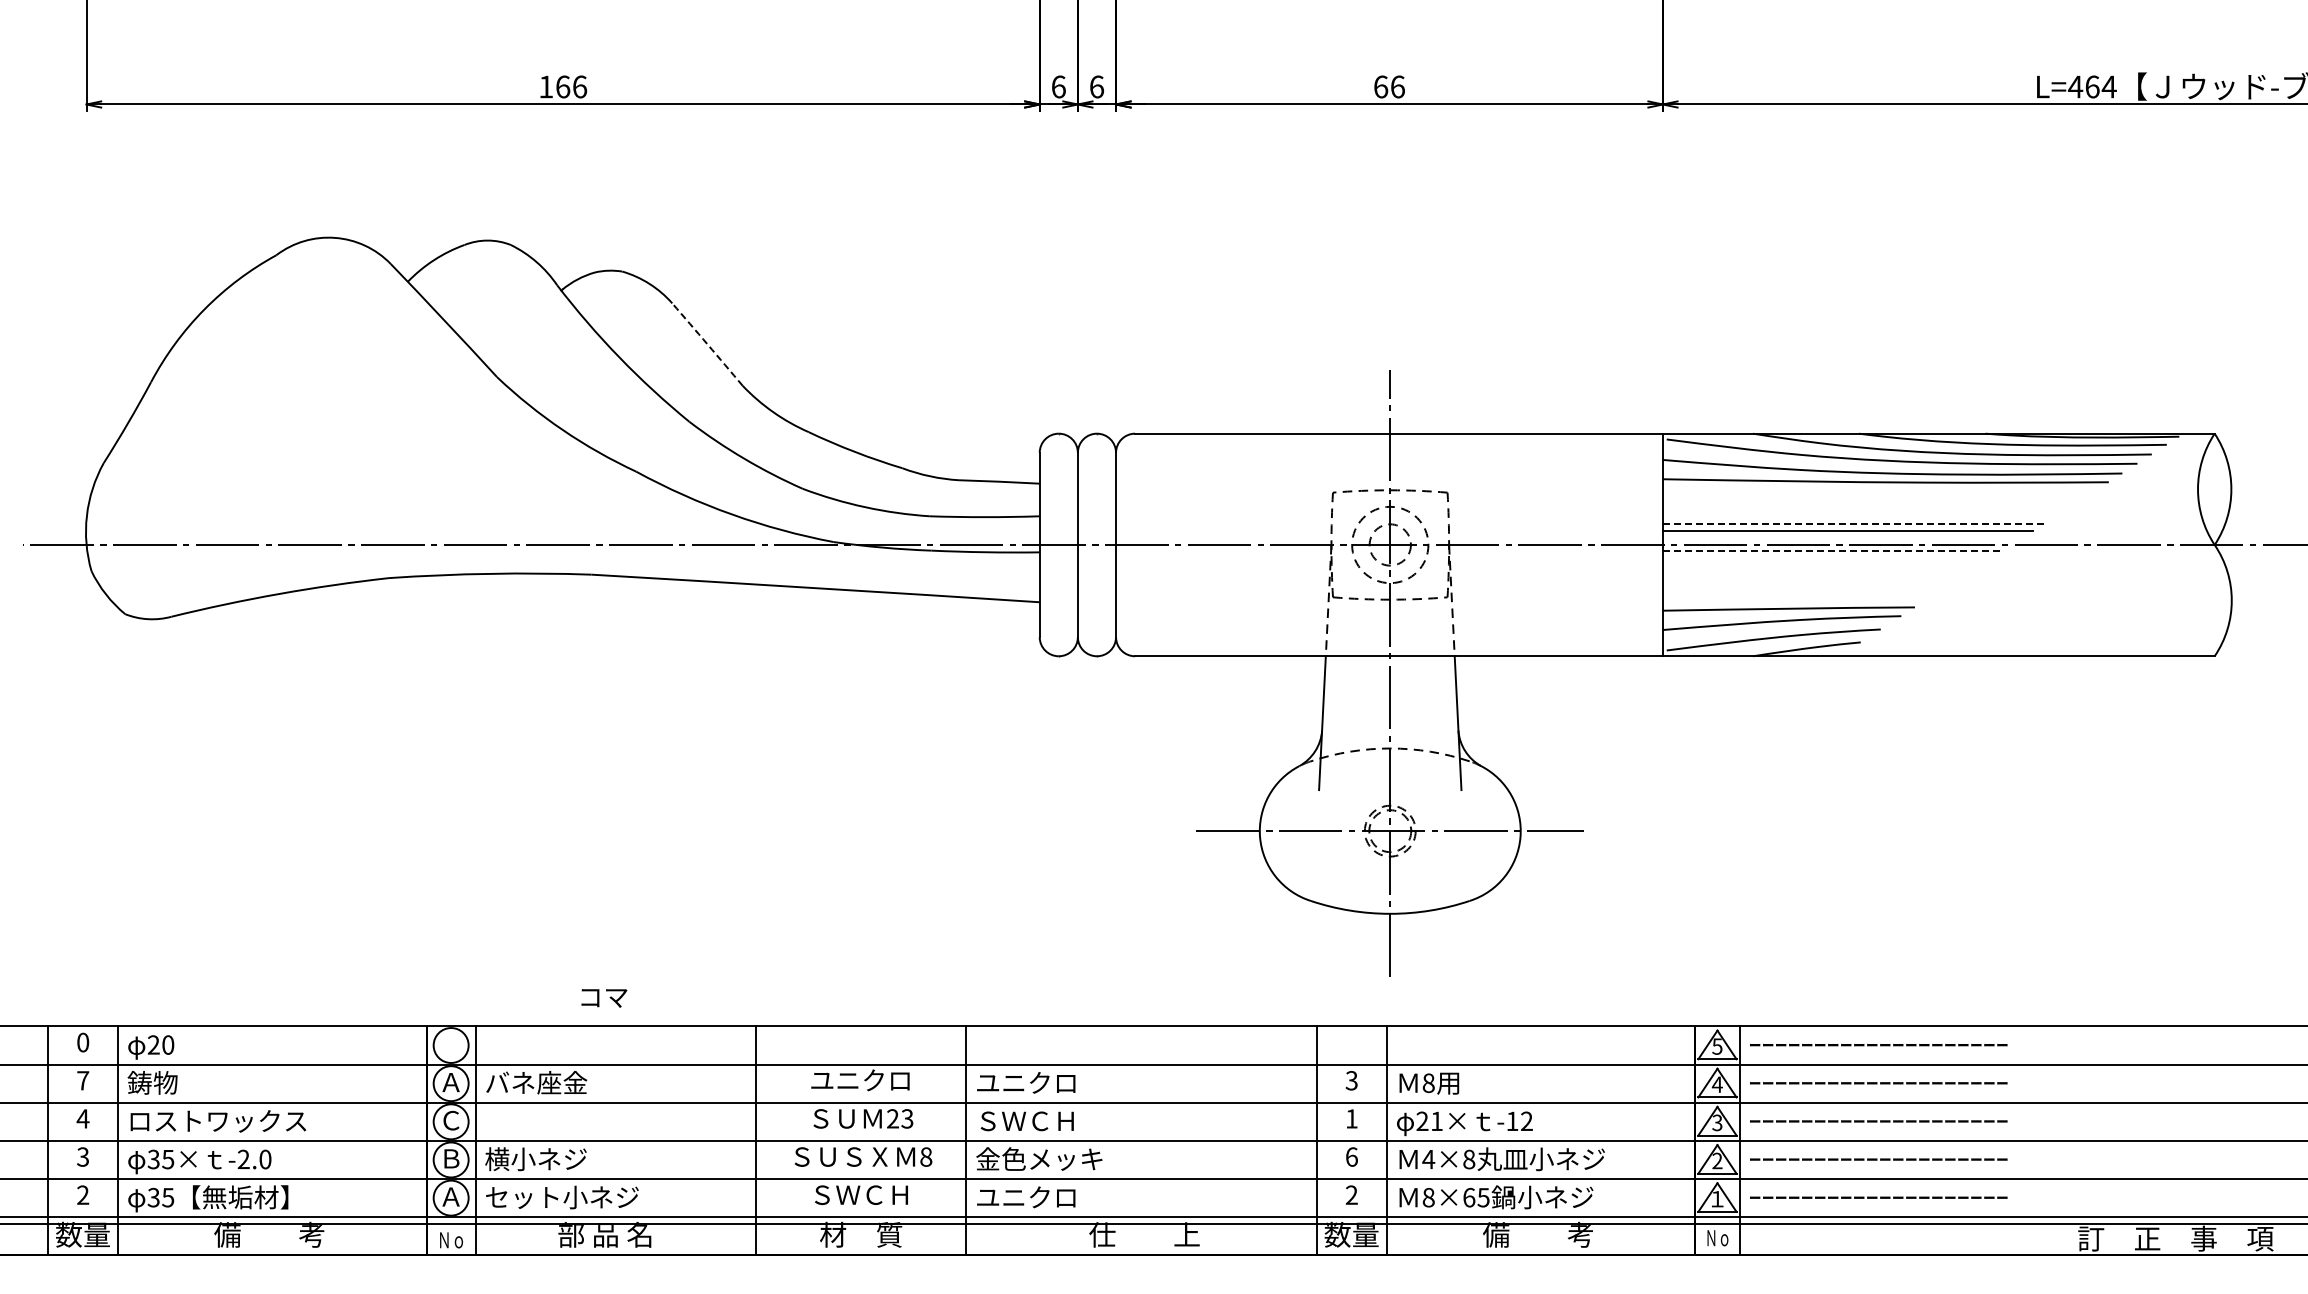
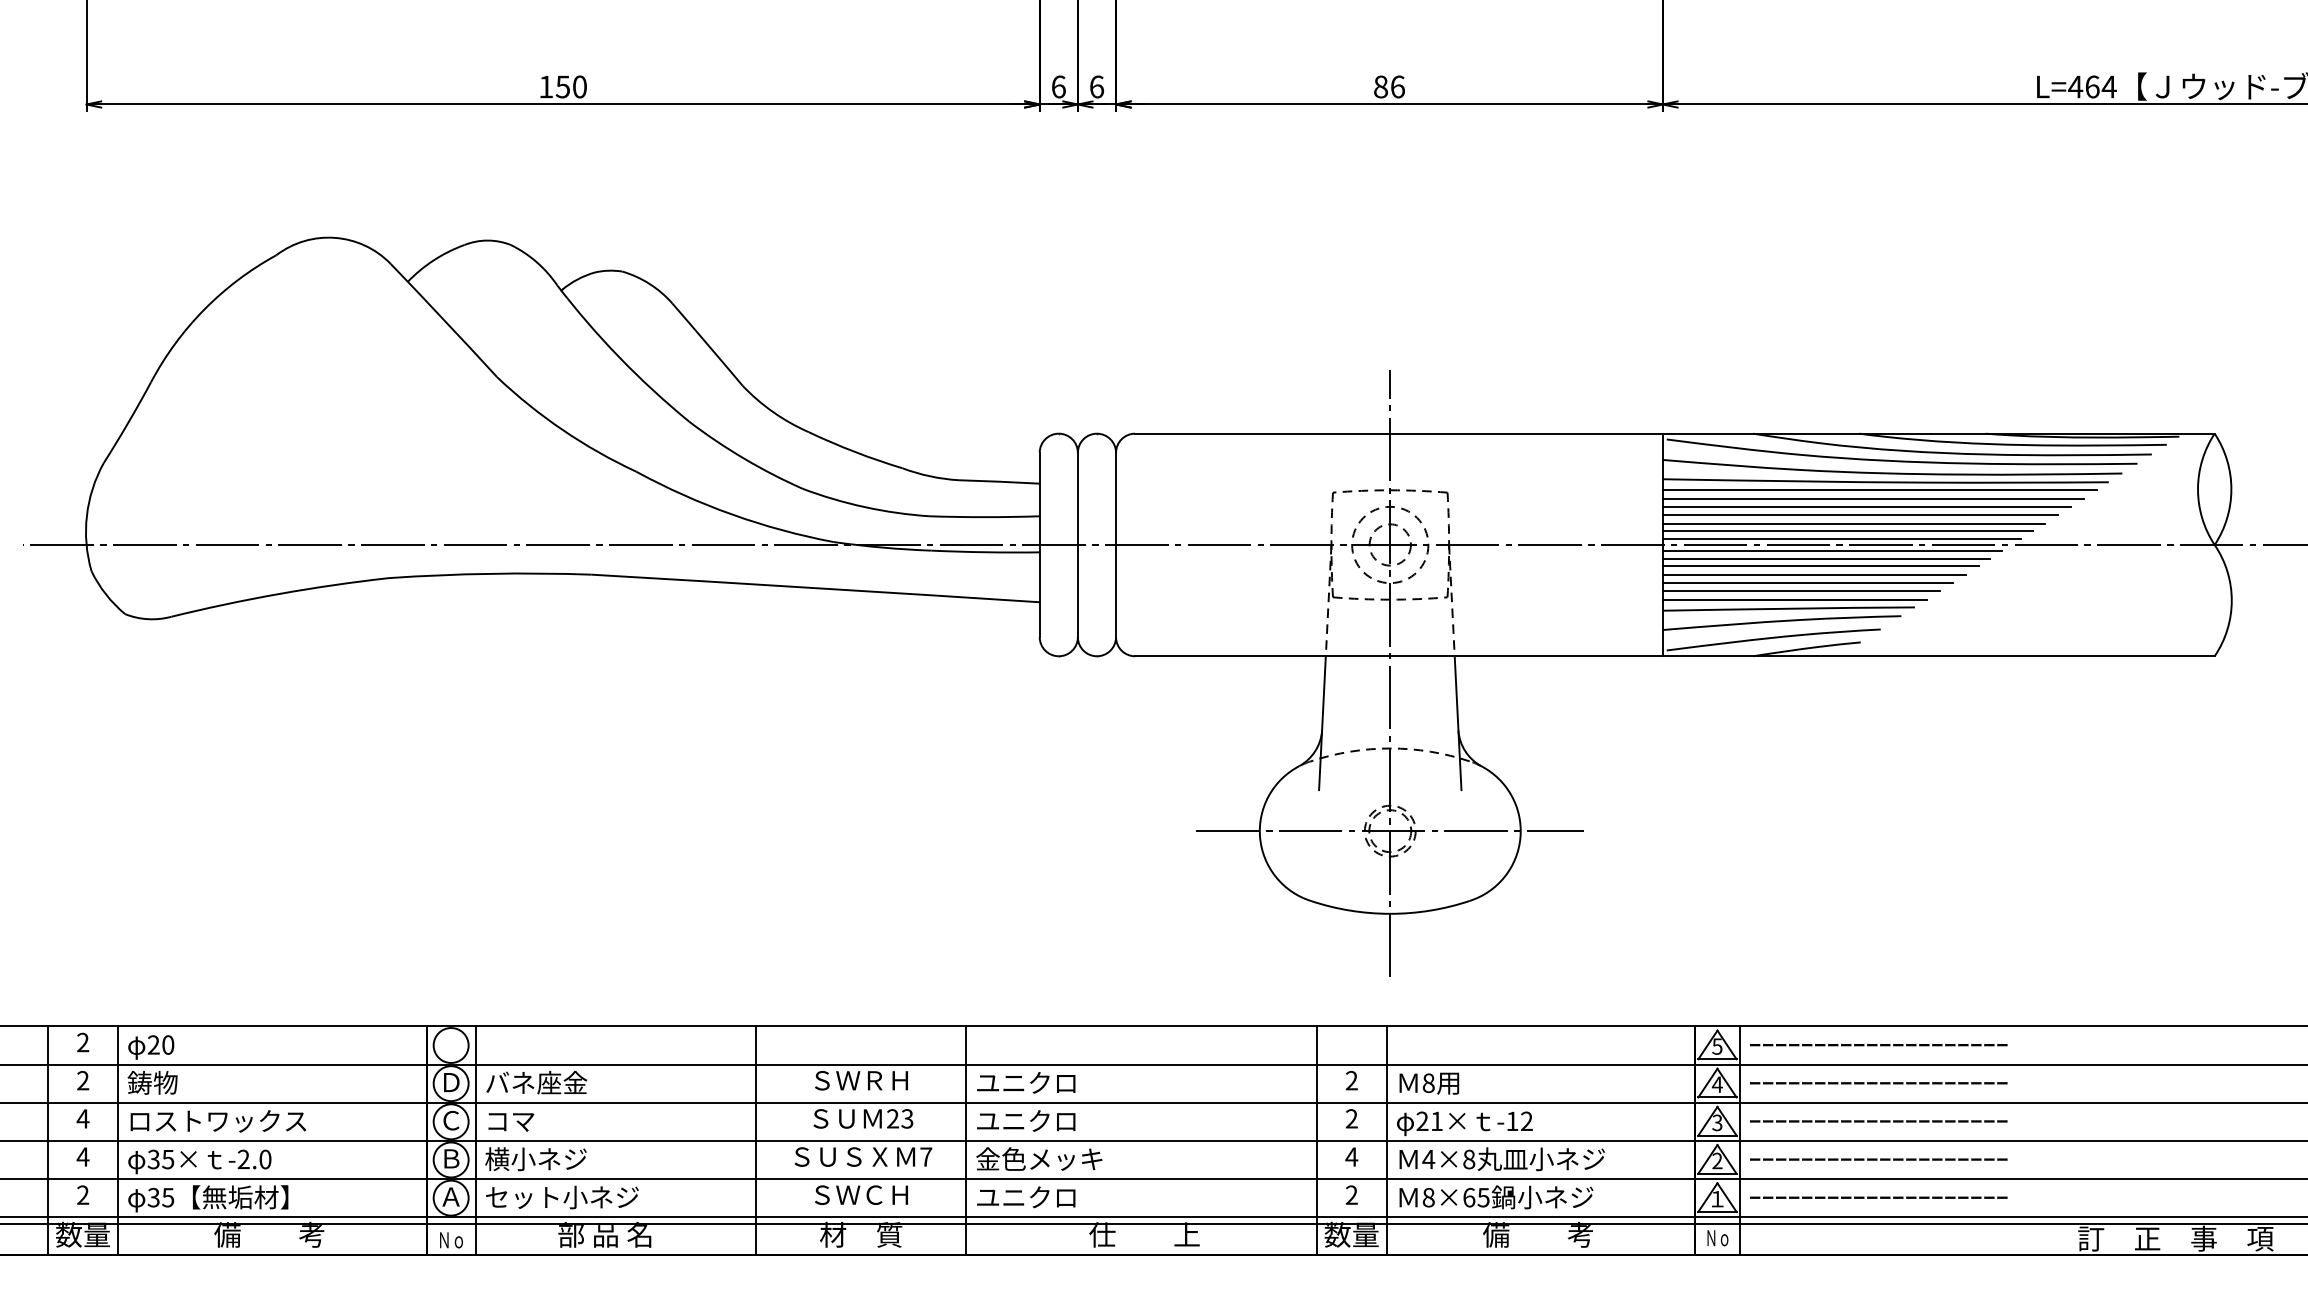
text at (571, 86): 166 -> 150
text at (1381, 86): 66 -> 86
arc at (707, 344): dashed -> solid
line at (1879, 490): none -> present
line at (1872, 498): none -> present
line at (1866, 506): none -> present
line at (1859, 515): none -> present
line at (1853, 523): dashed -> solid
line at (1841, 538): none -> present
line at (1832, 551): dashed -> solid
line at (1826, 558): none -> present
line at (1820, 566): none -> present
line at (1813, 574): none -> present
line at (1807, 583): none -> present
line at (1800, 591): none -> present
line at (1794, 599): none -> present
text at (604, 998) position: (604, 998) -> (511, 1122)
text at (83, 1042): 0 -> 2
text at (83, 1080): 7 -> 2
text at (860, 1080): ユニクロ -> ＳＷＲＨ
text at (1351, 1080): 3 -> 2
text at (450, 1082): Ａ -> Ｄ
text at (1351, 1118): 1 -> 2
text at (1026, 1120): ＳＷＣＨ -> ユニクロ
text at (82, 1156): 3 -> 4
text at (926, 1156): 8 -> 7
text at (1351, 1156): 6 -> 4
